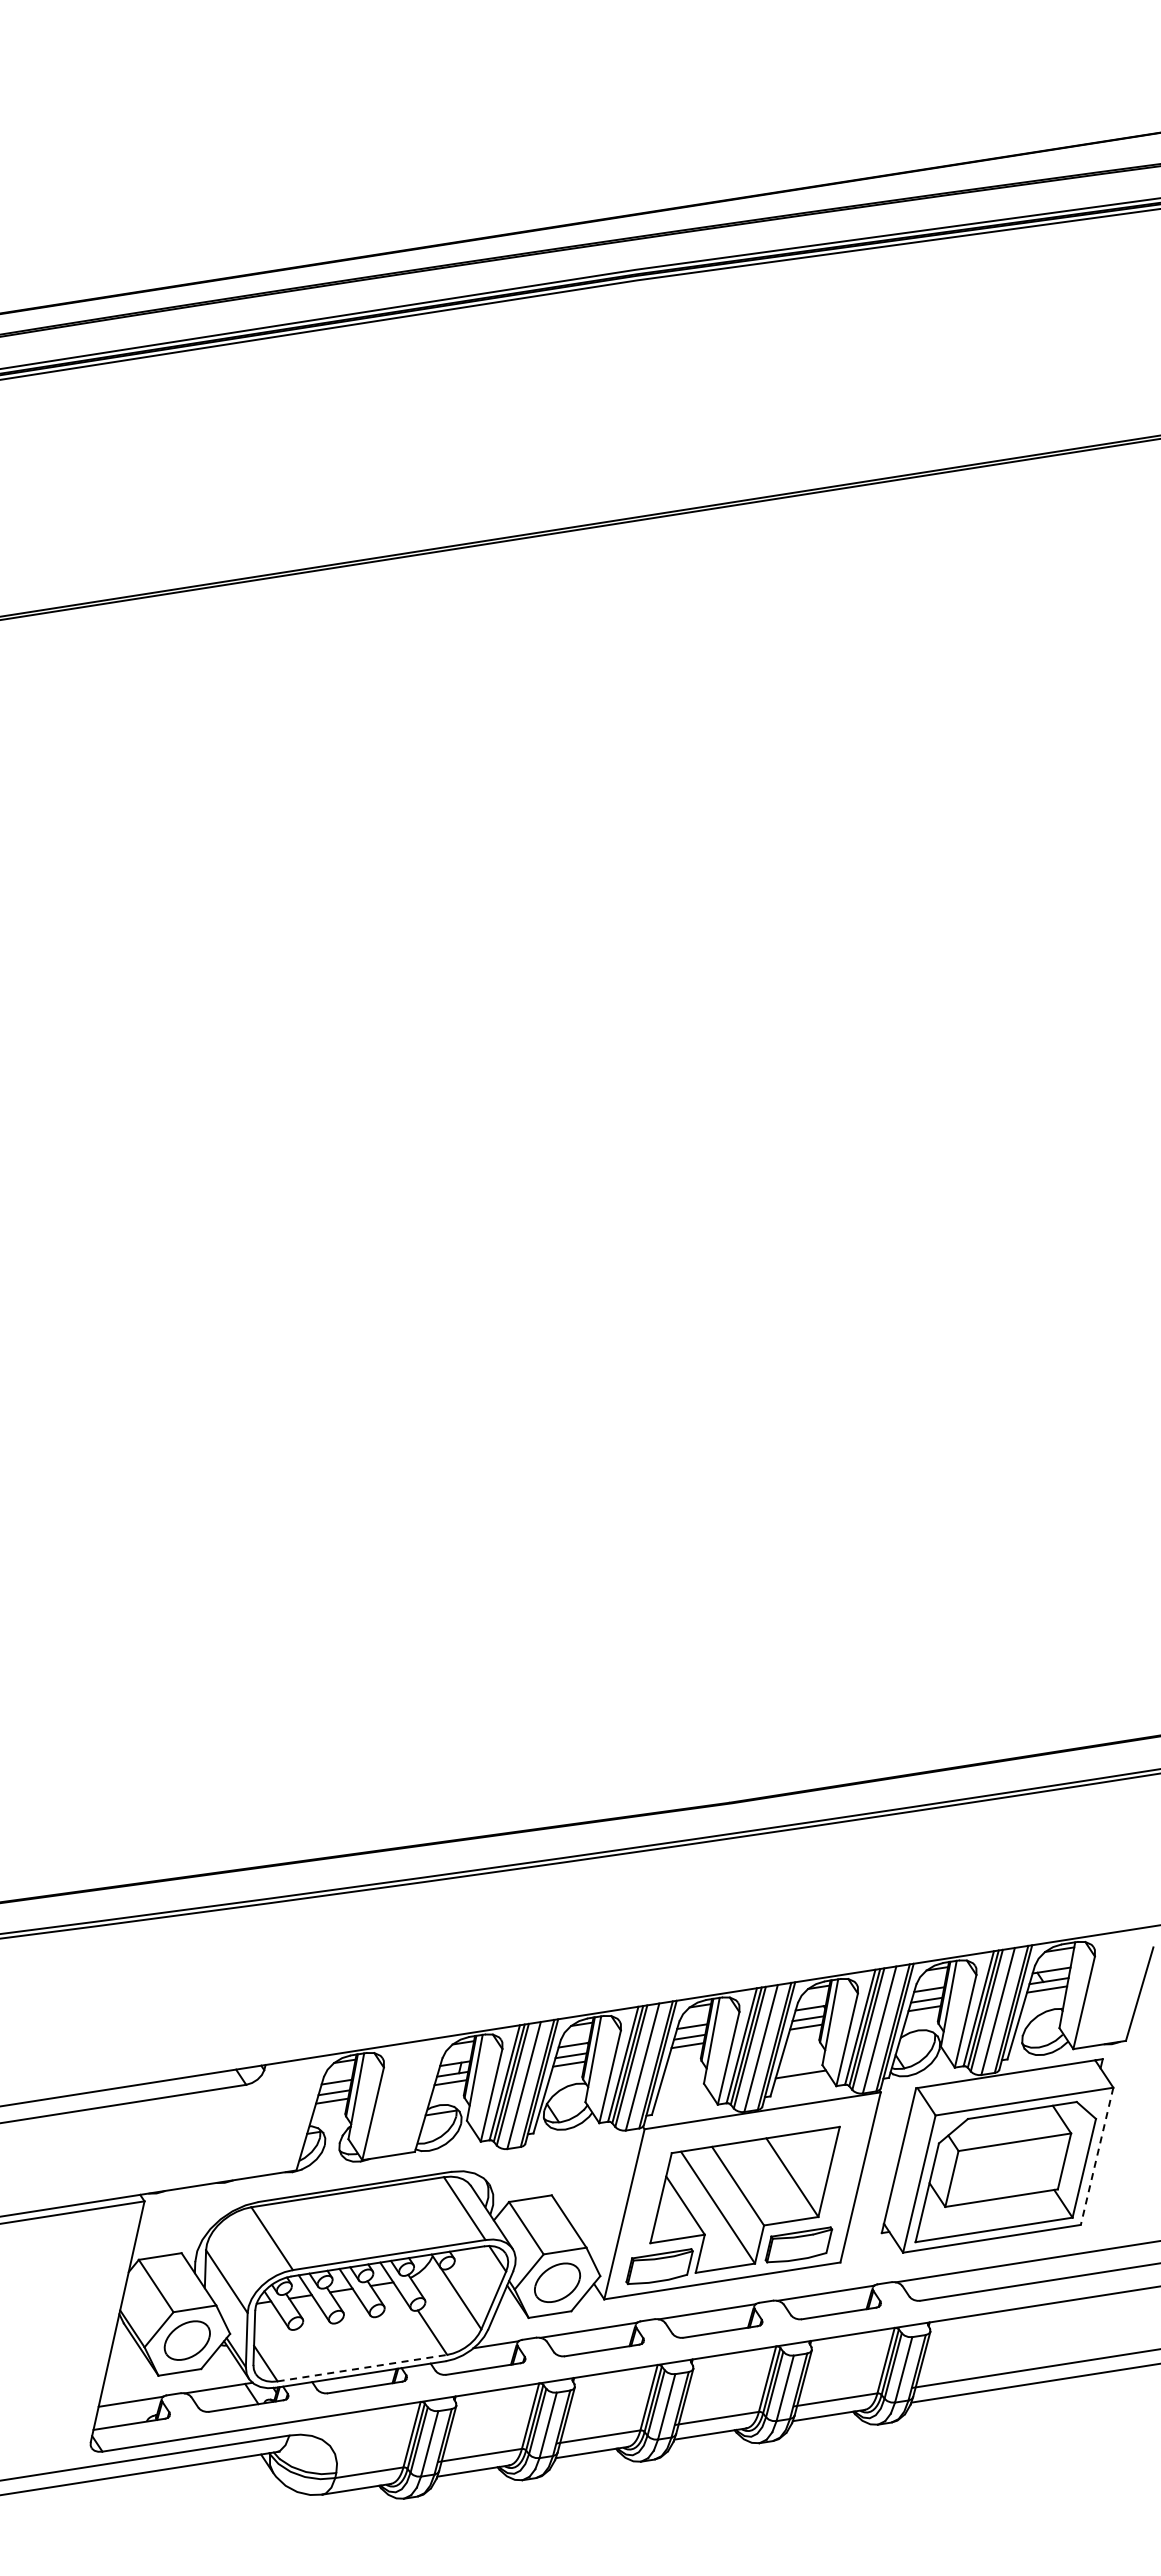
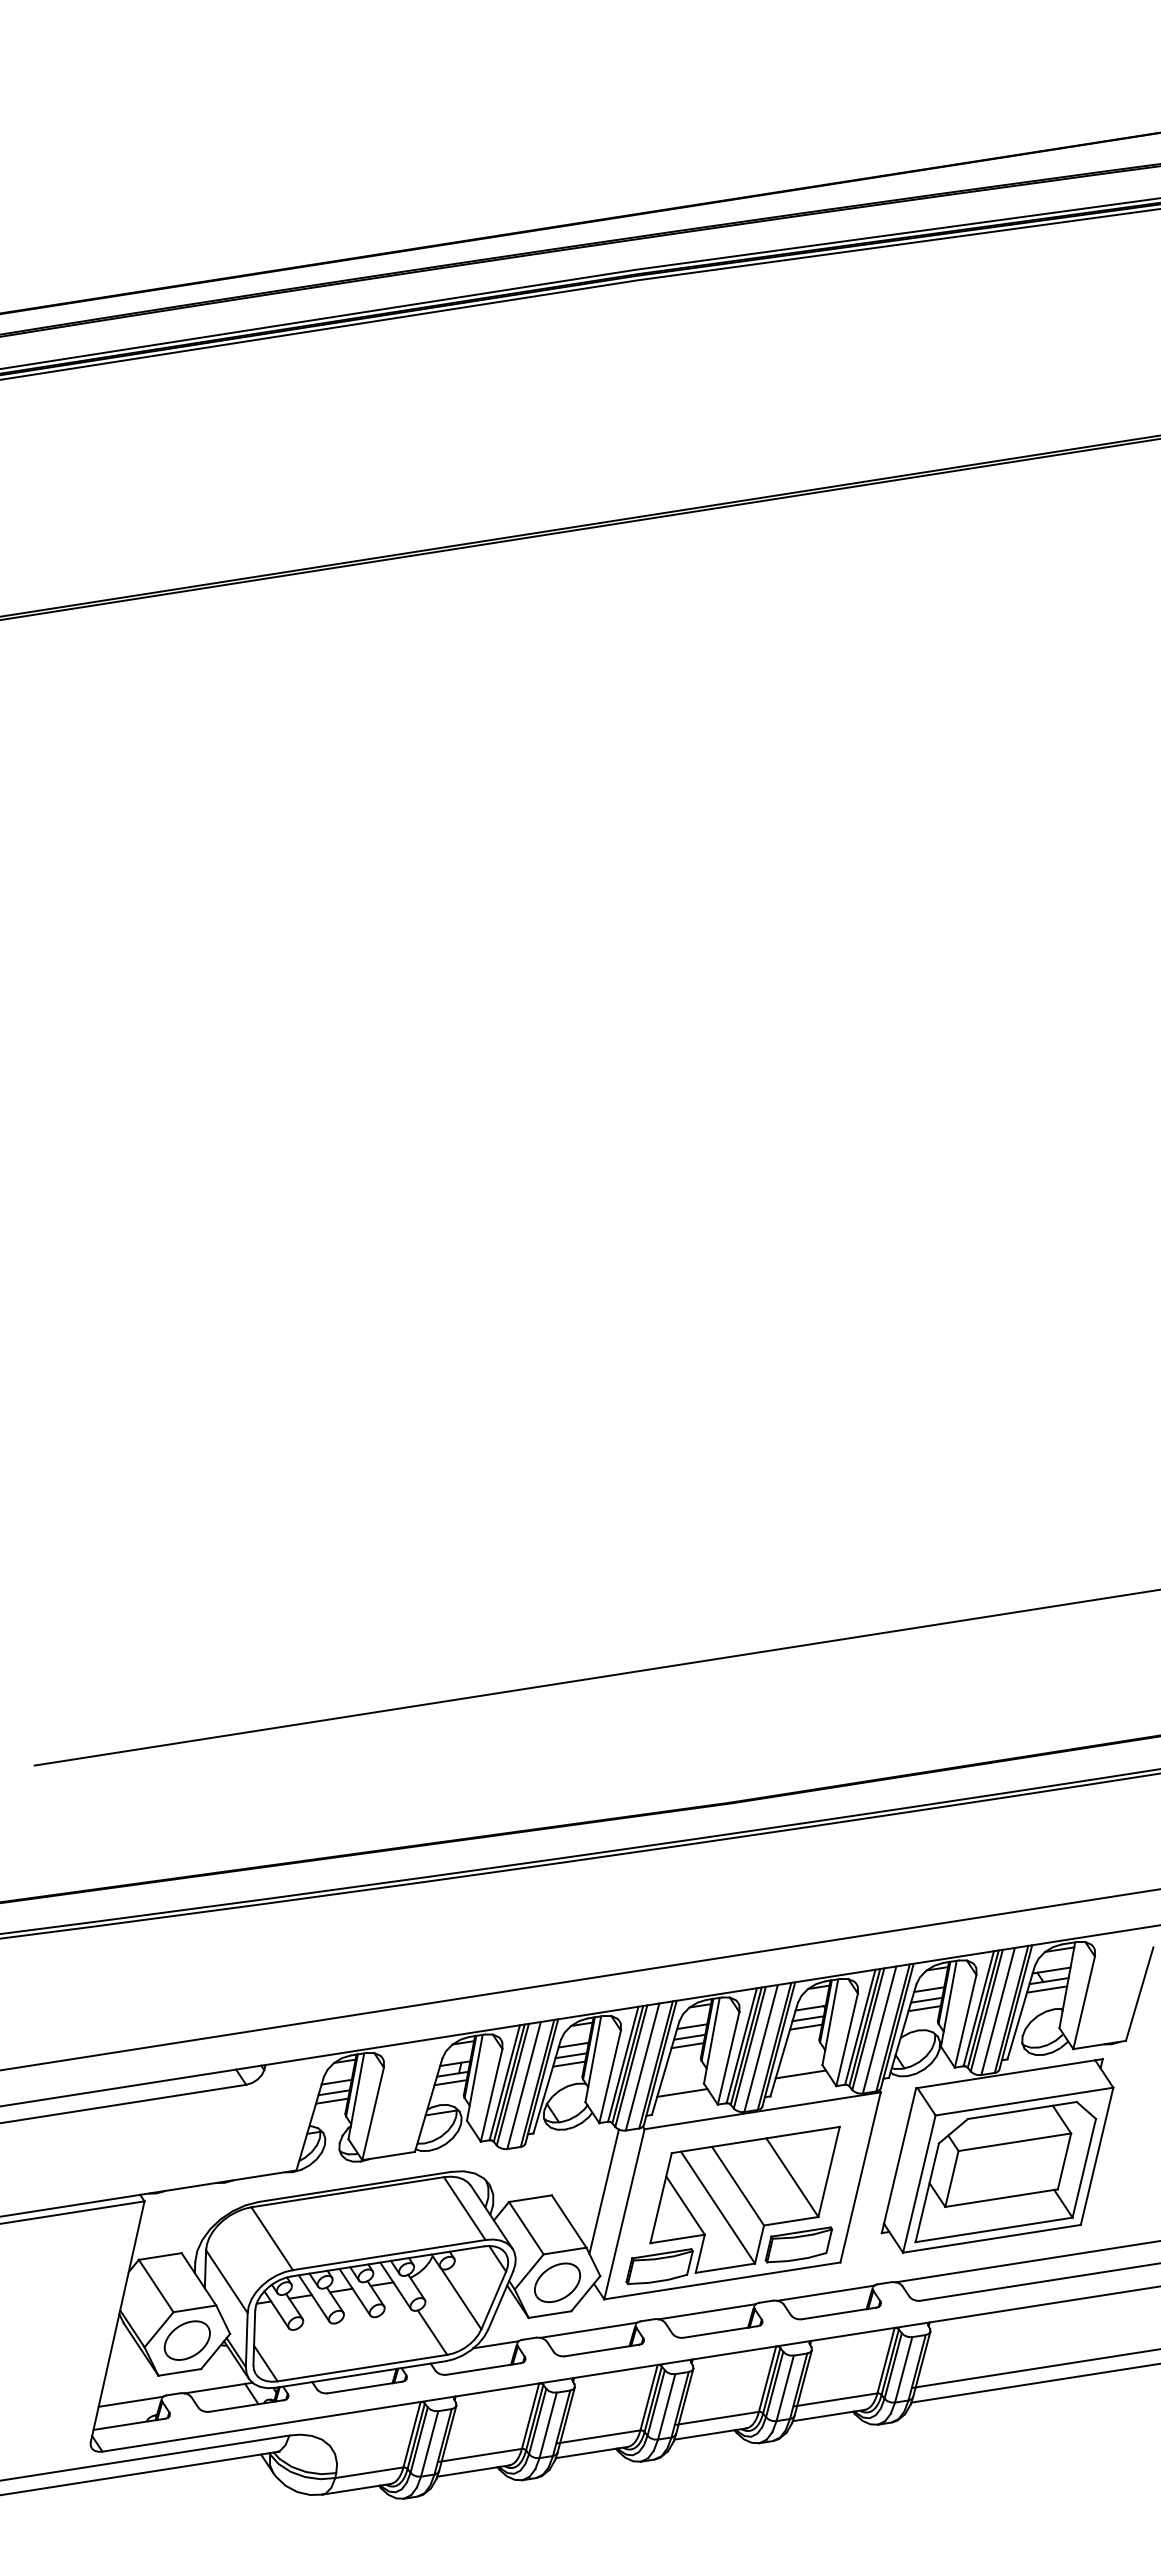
line at (595, 1677): none -> present
line at (579, 1979): none -> present
line at (682, 2092): none -> present
line at (1097, 2156): dashed -> solid
line at (603, 2191): none -> present
line at (362, 2368): dashed -> solid
